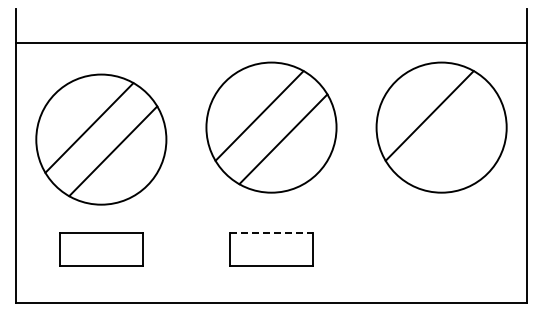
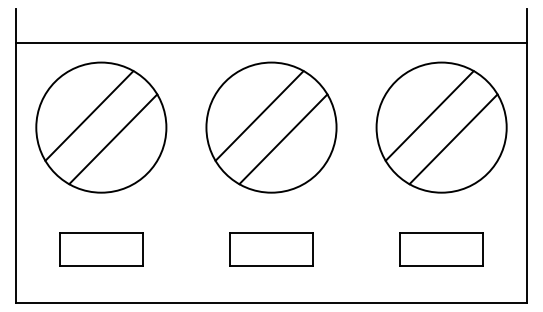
part at (101, 139) position: (101, 139) -> (101, 127)
line at (453, 139): none -> present
line at (271, 232): dashed -> solid
part at (441, 249): none -> present
